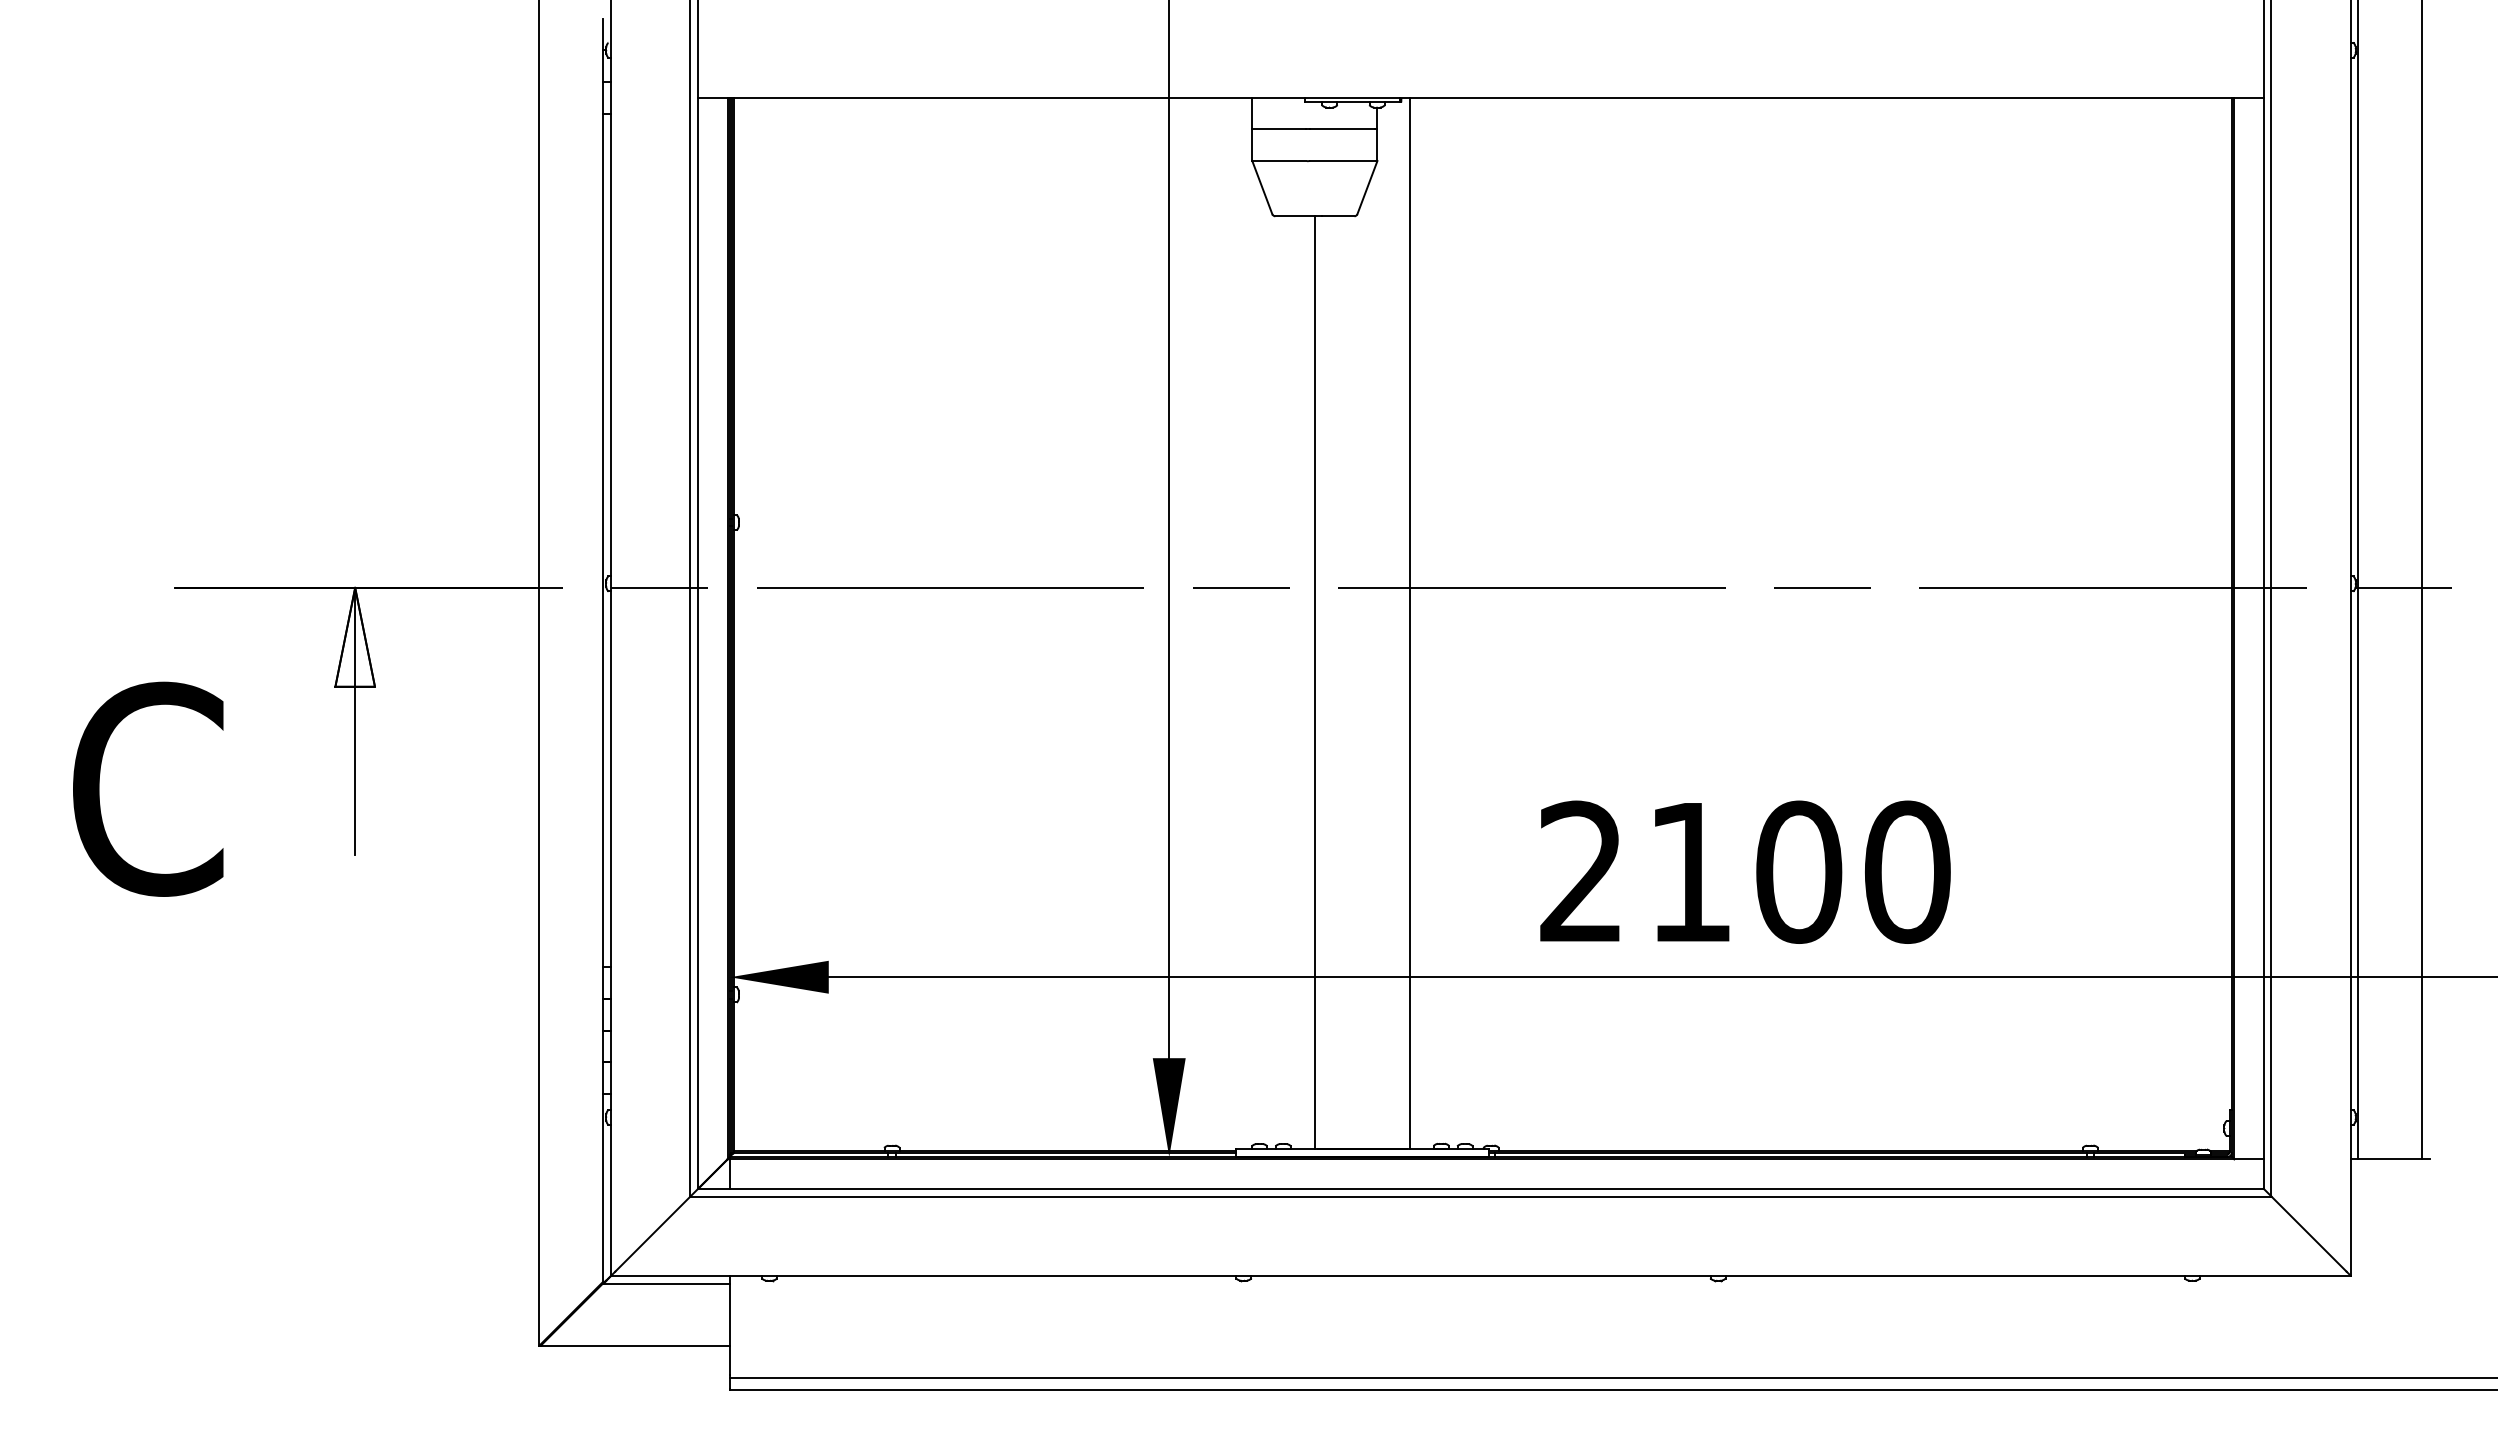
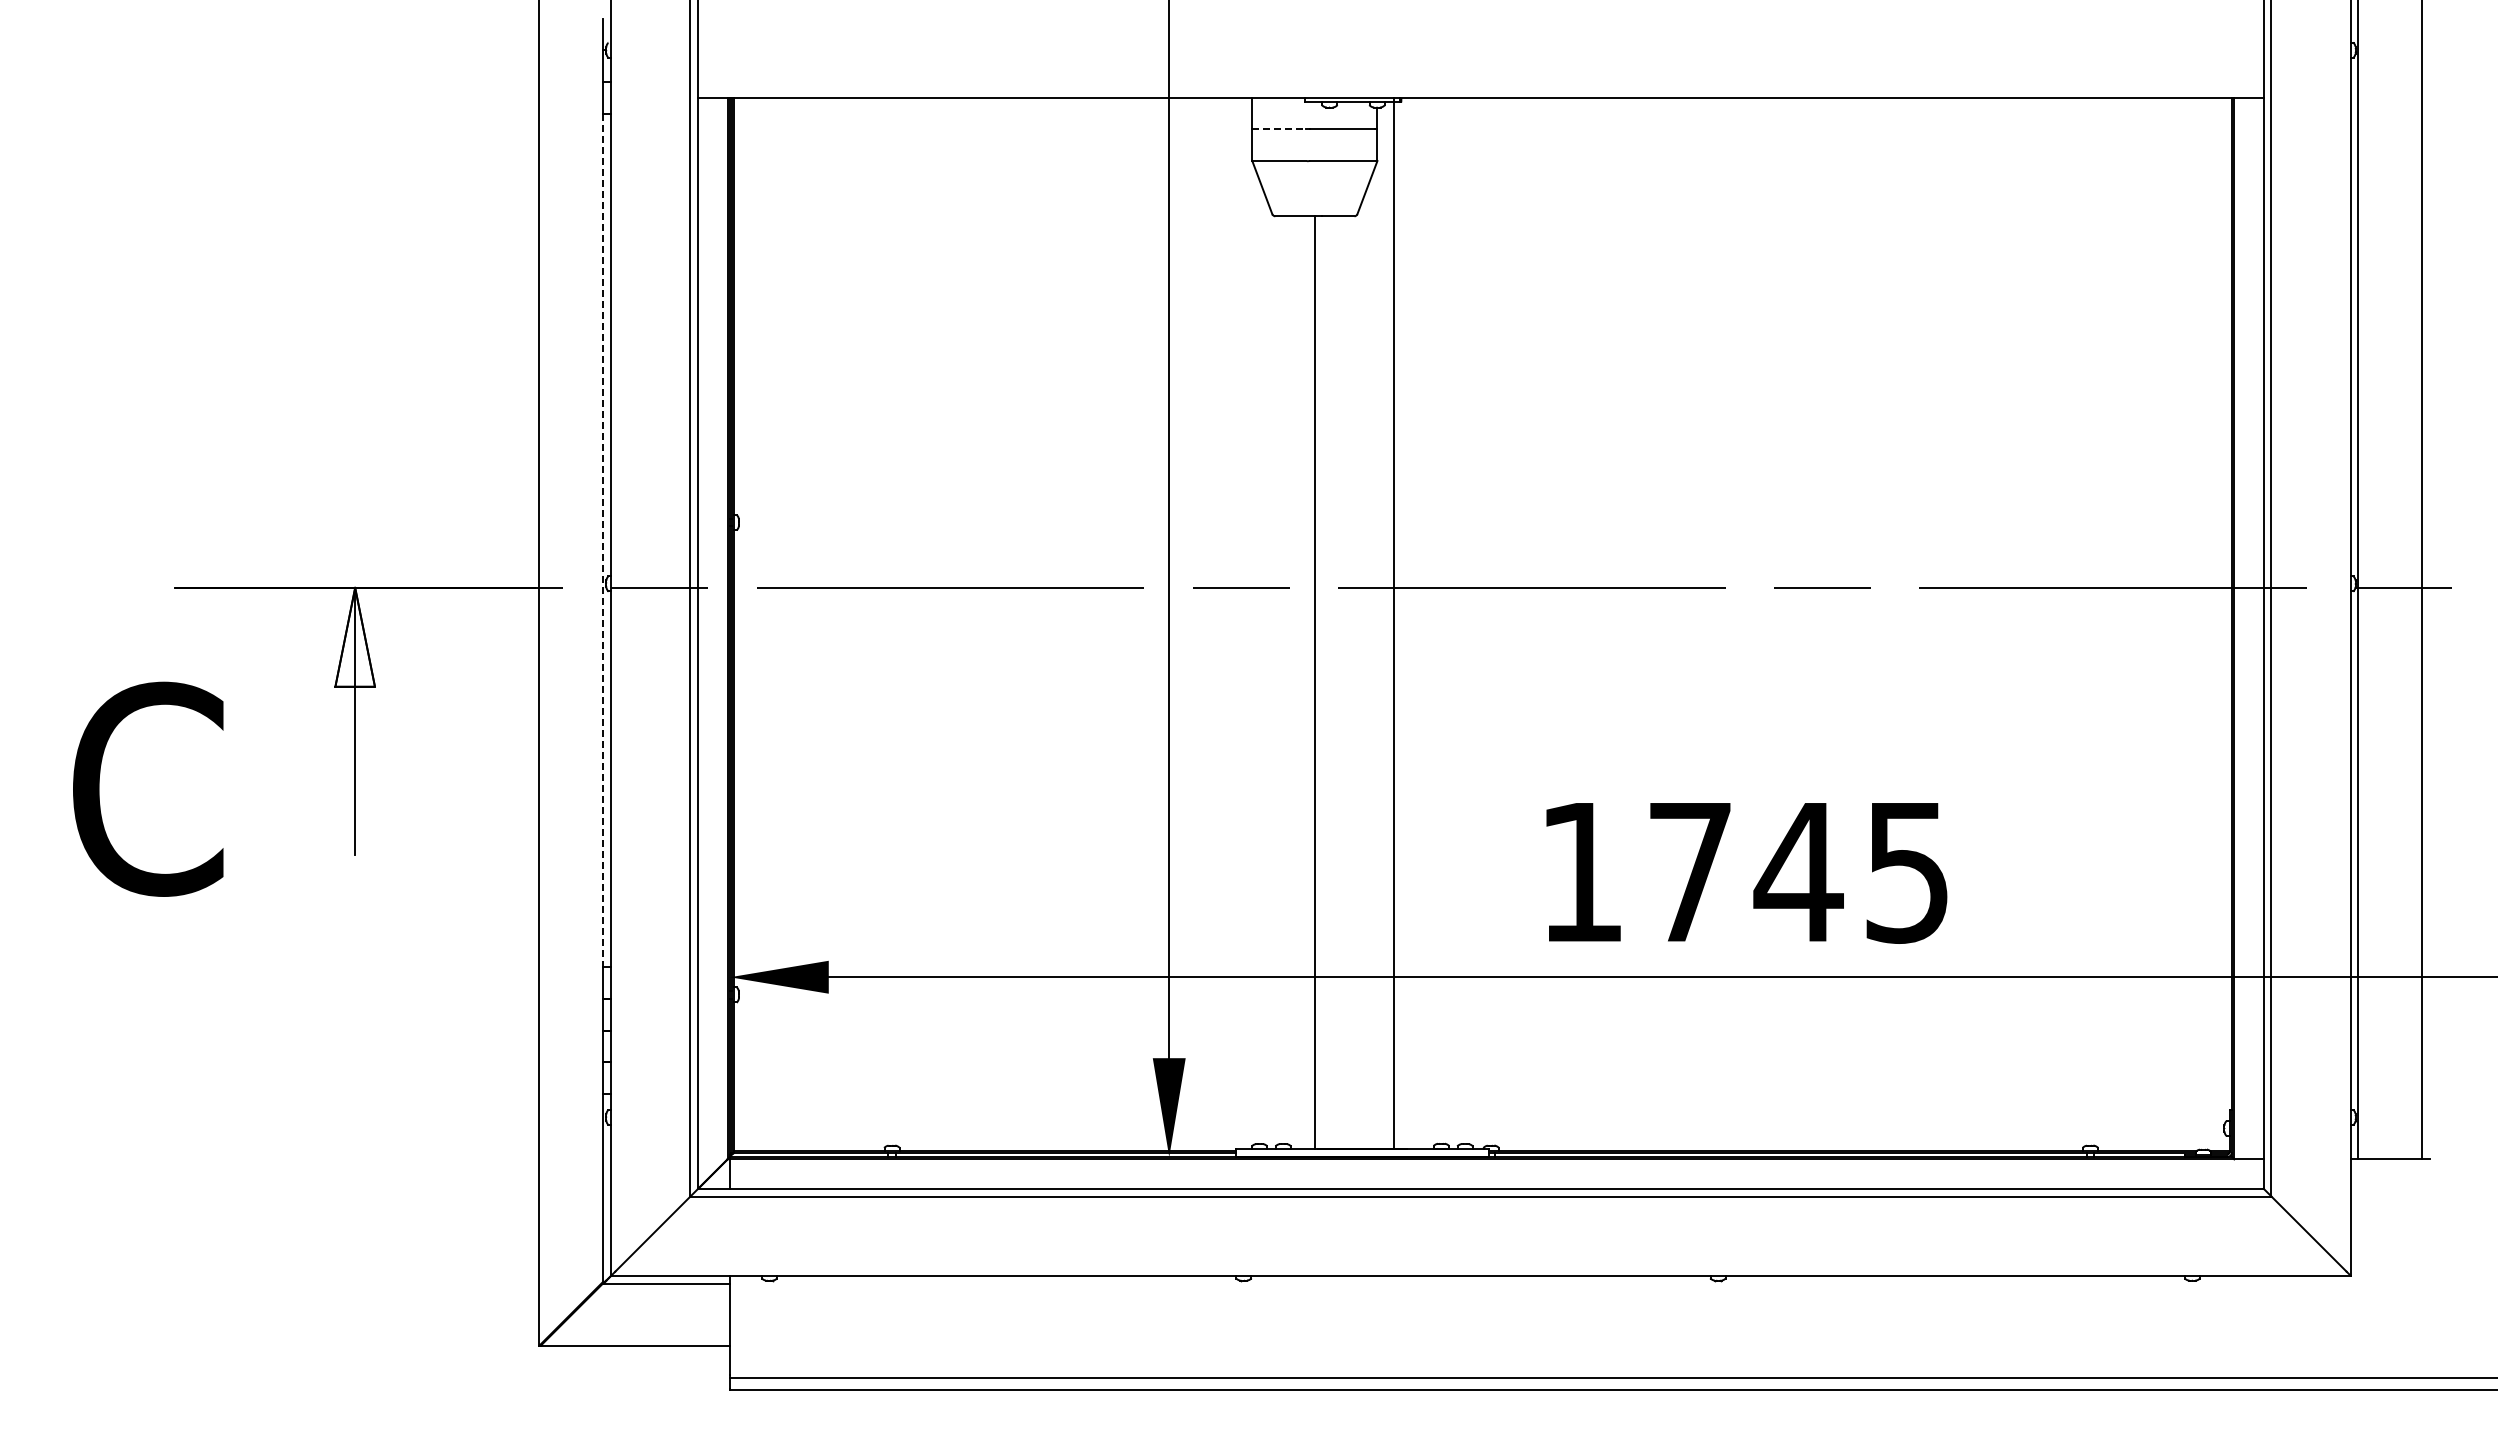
line at (1279, 129): solid -> dashed
line at (603, 540): solid -> dashed
line at (1409, 623) position: (1409, 623) -> (1393, 623)
text at (1745, 871): 2100 -> 1745
